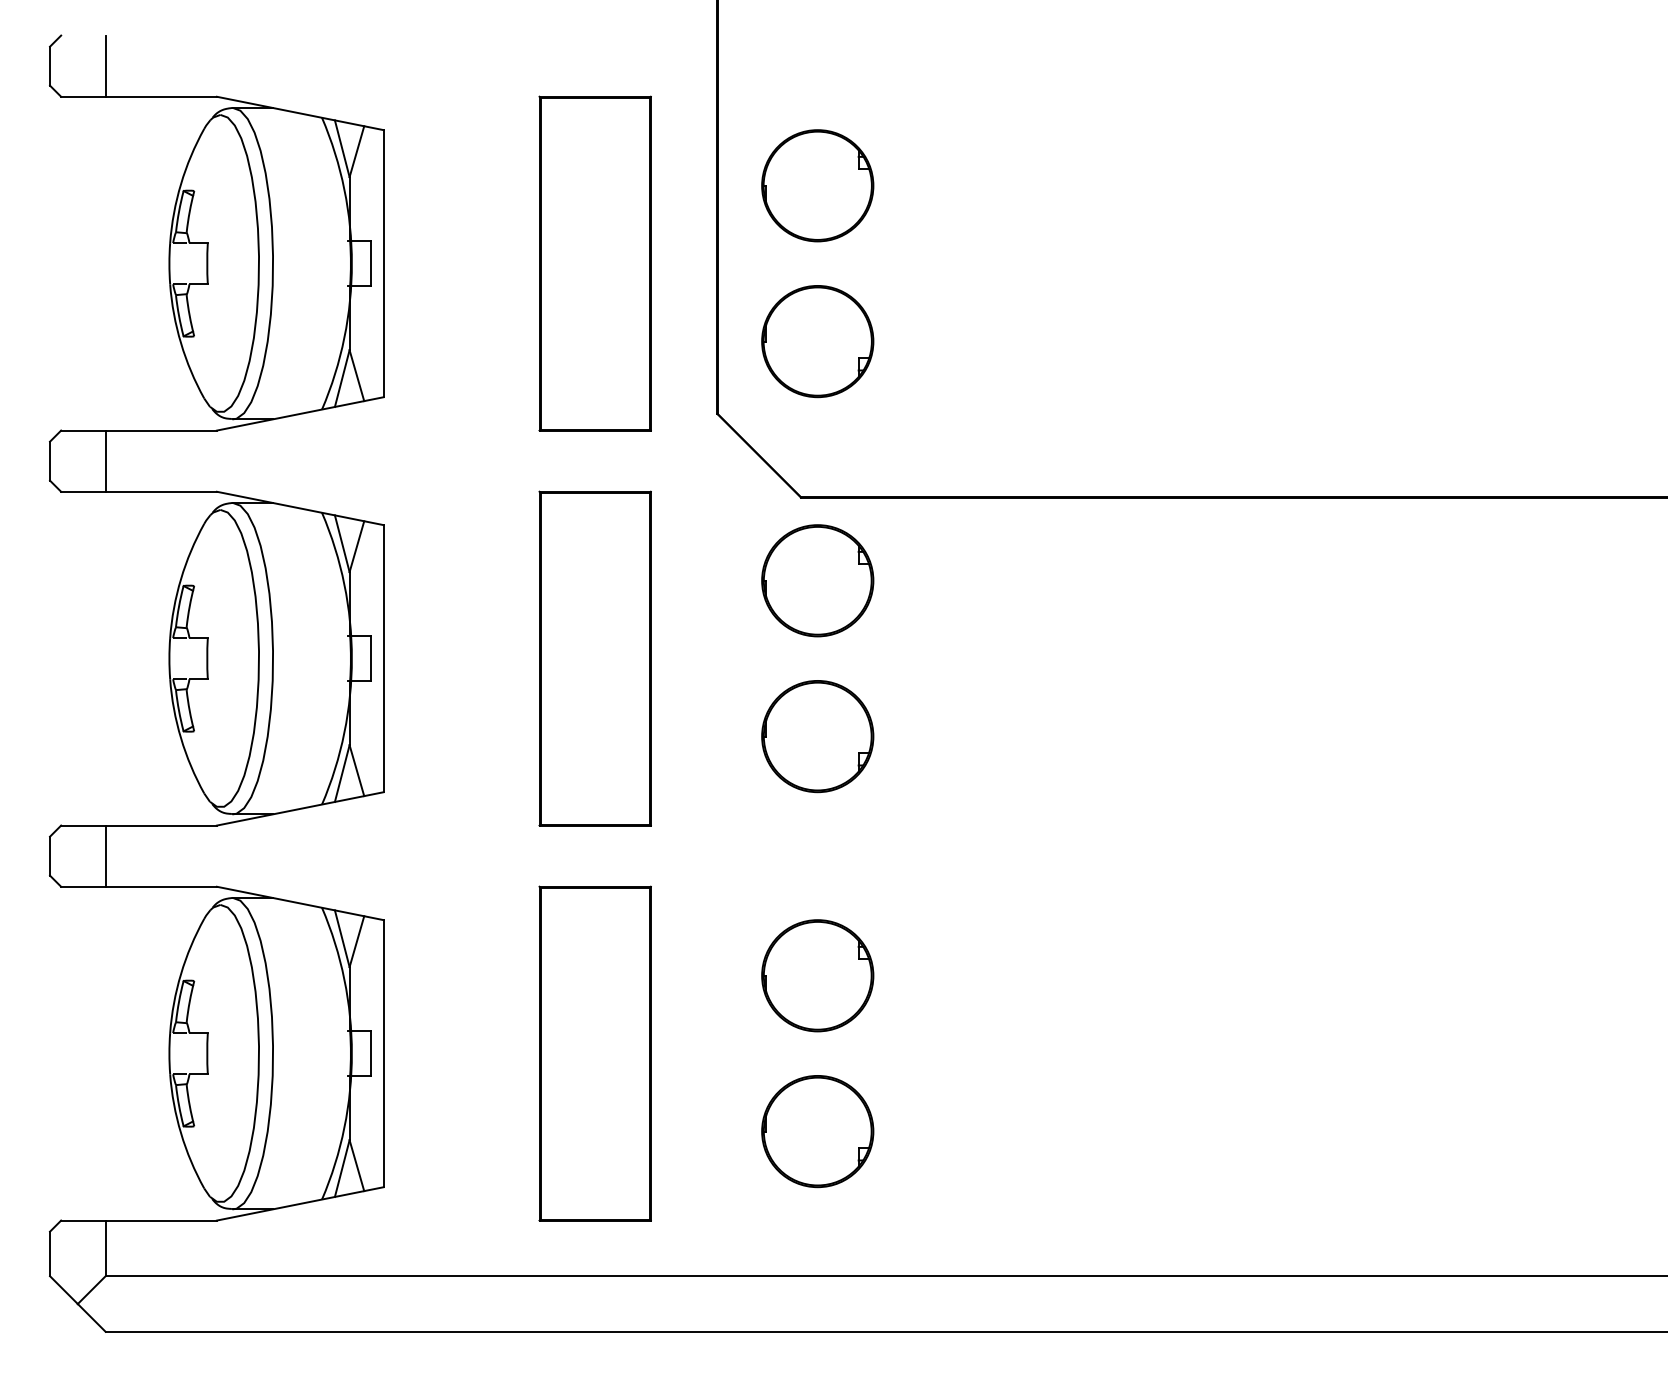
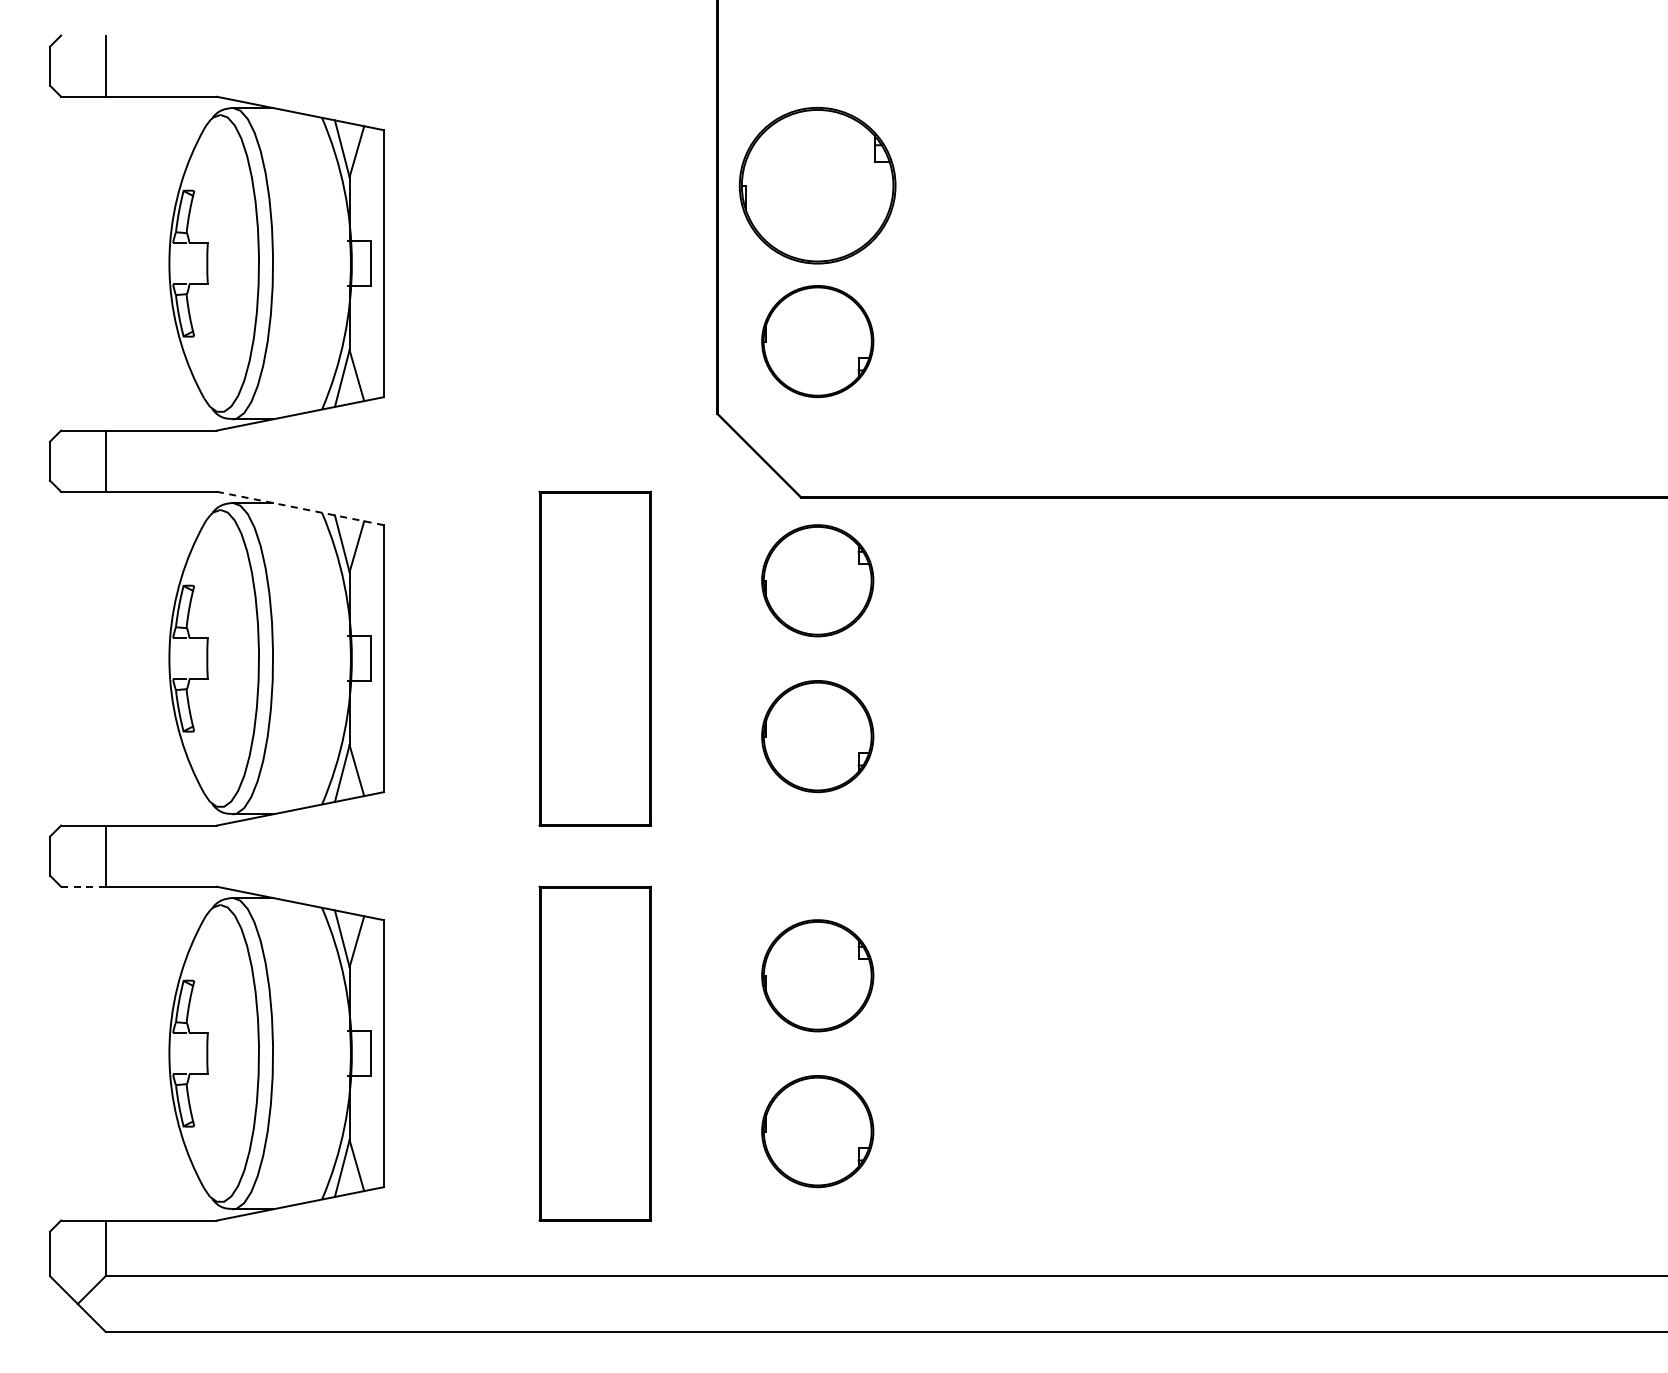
part at (817, 185) size: 114x114 px -> 159x159 px
part at (594, 263): present -> none
line at (300, 508): solid -> dashed
line at (82, 886): solid -> dashed
